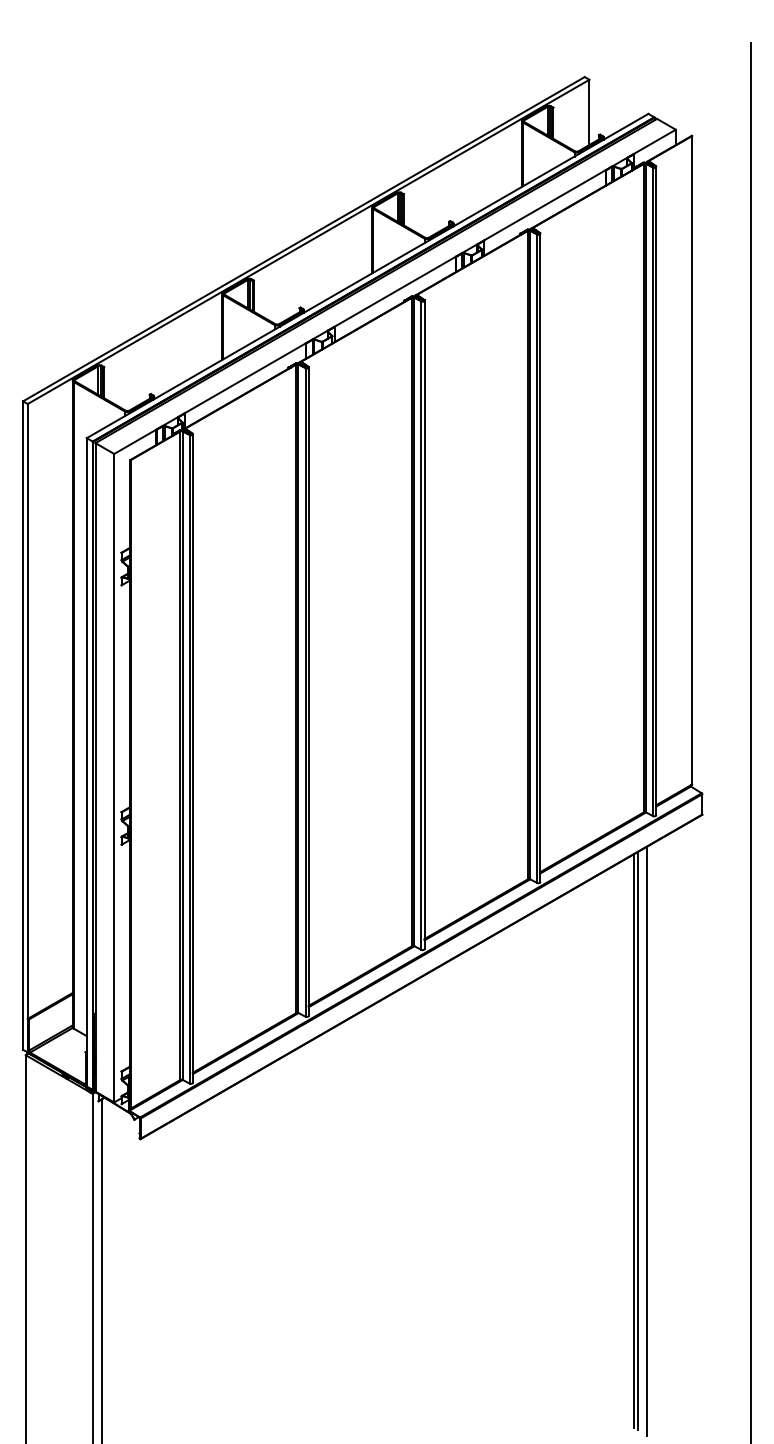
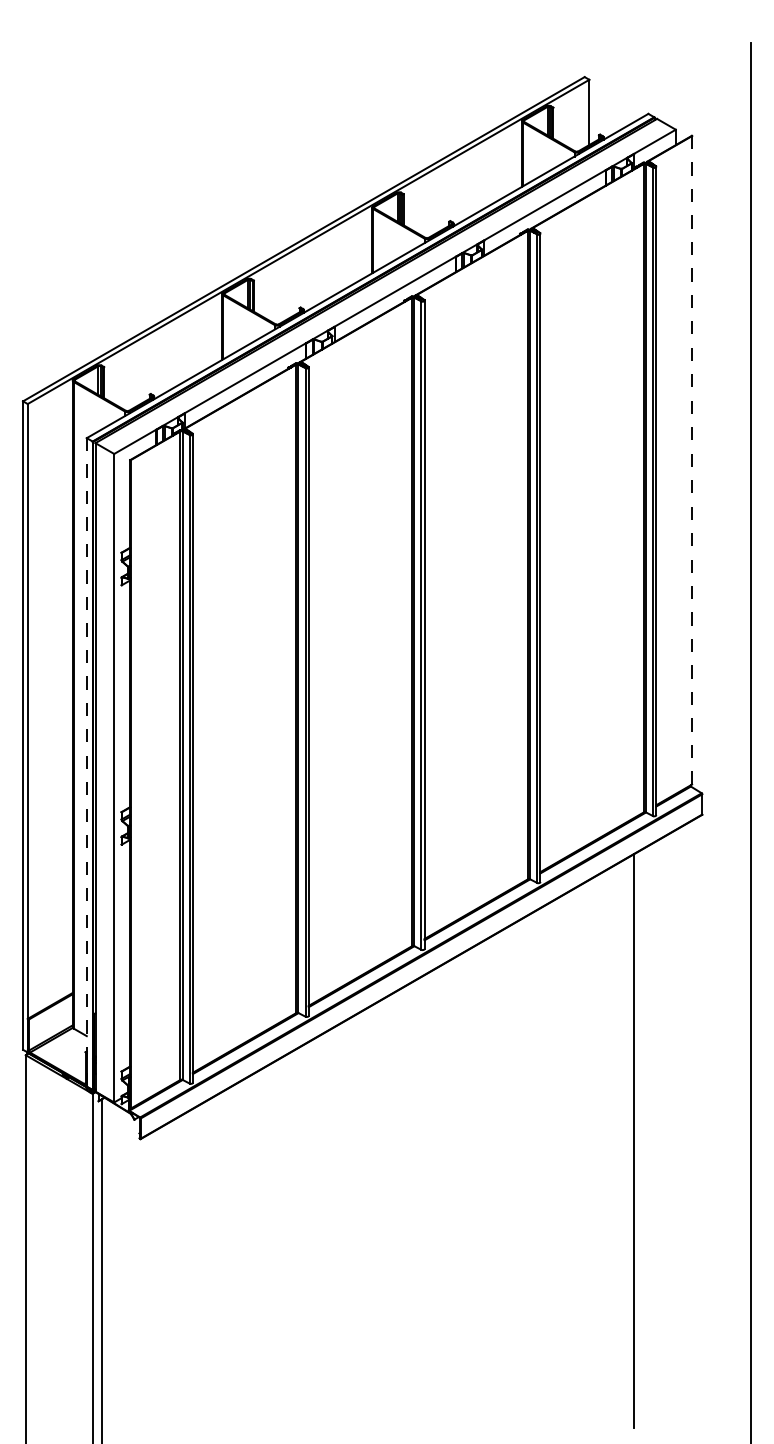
line at (692, 459): solid -> dashed
line at (86, 761): solid -> dashed
line at (647, 1140): present -> none
line at (637, 1141): present -> none
